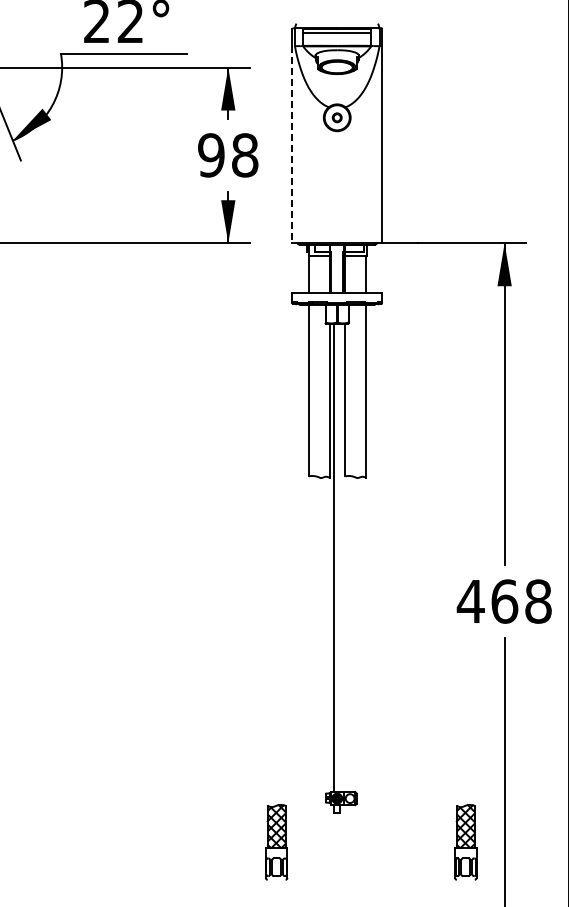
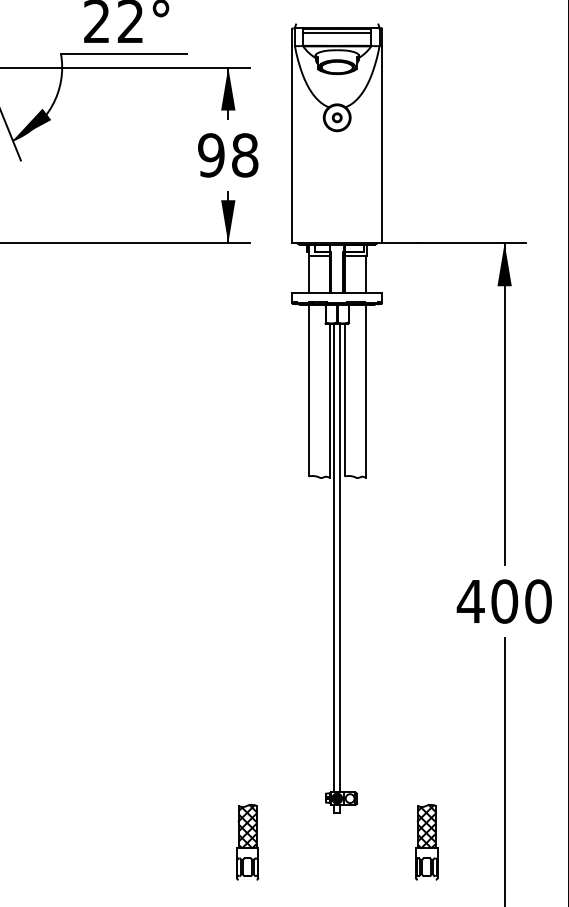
line at (292, 144): dashed -> solid
line at (340, 557): none -> present
text at (521, 601): 468 -> 400
part at (276, 842) position: (276, 842) -> (247, 842)
part at (465, 842) position: (465, 842) -> (426, 842)
